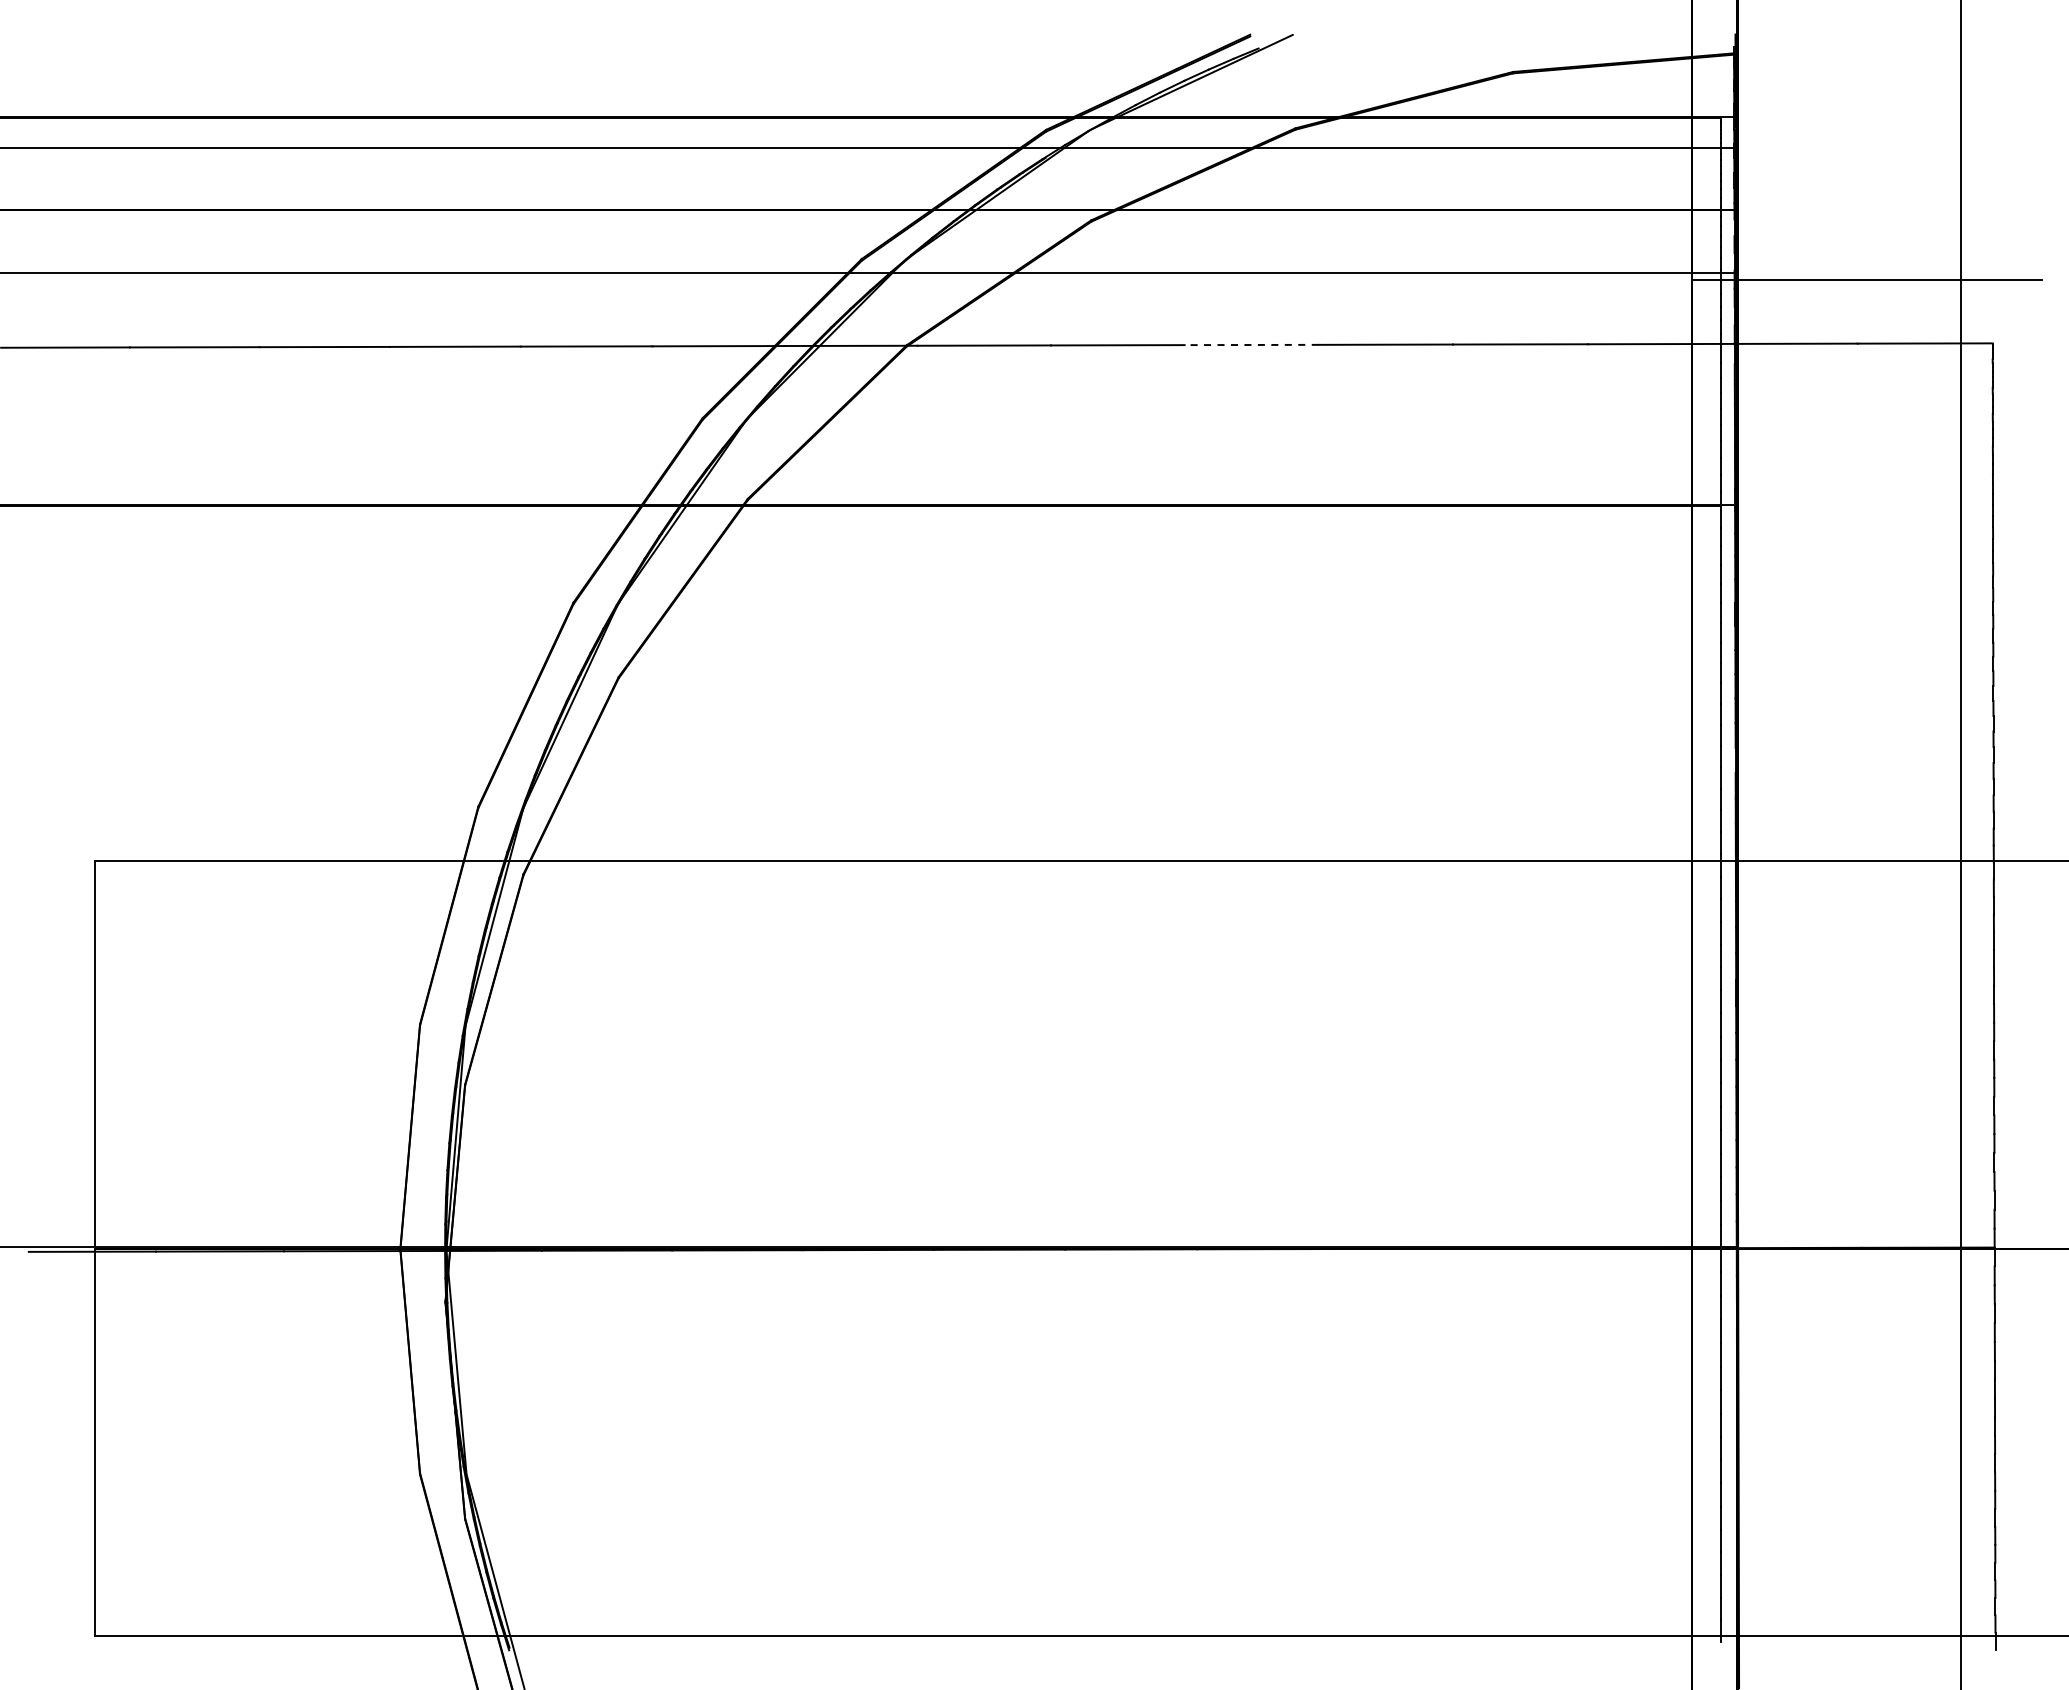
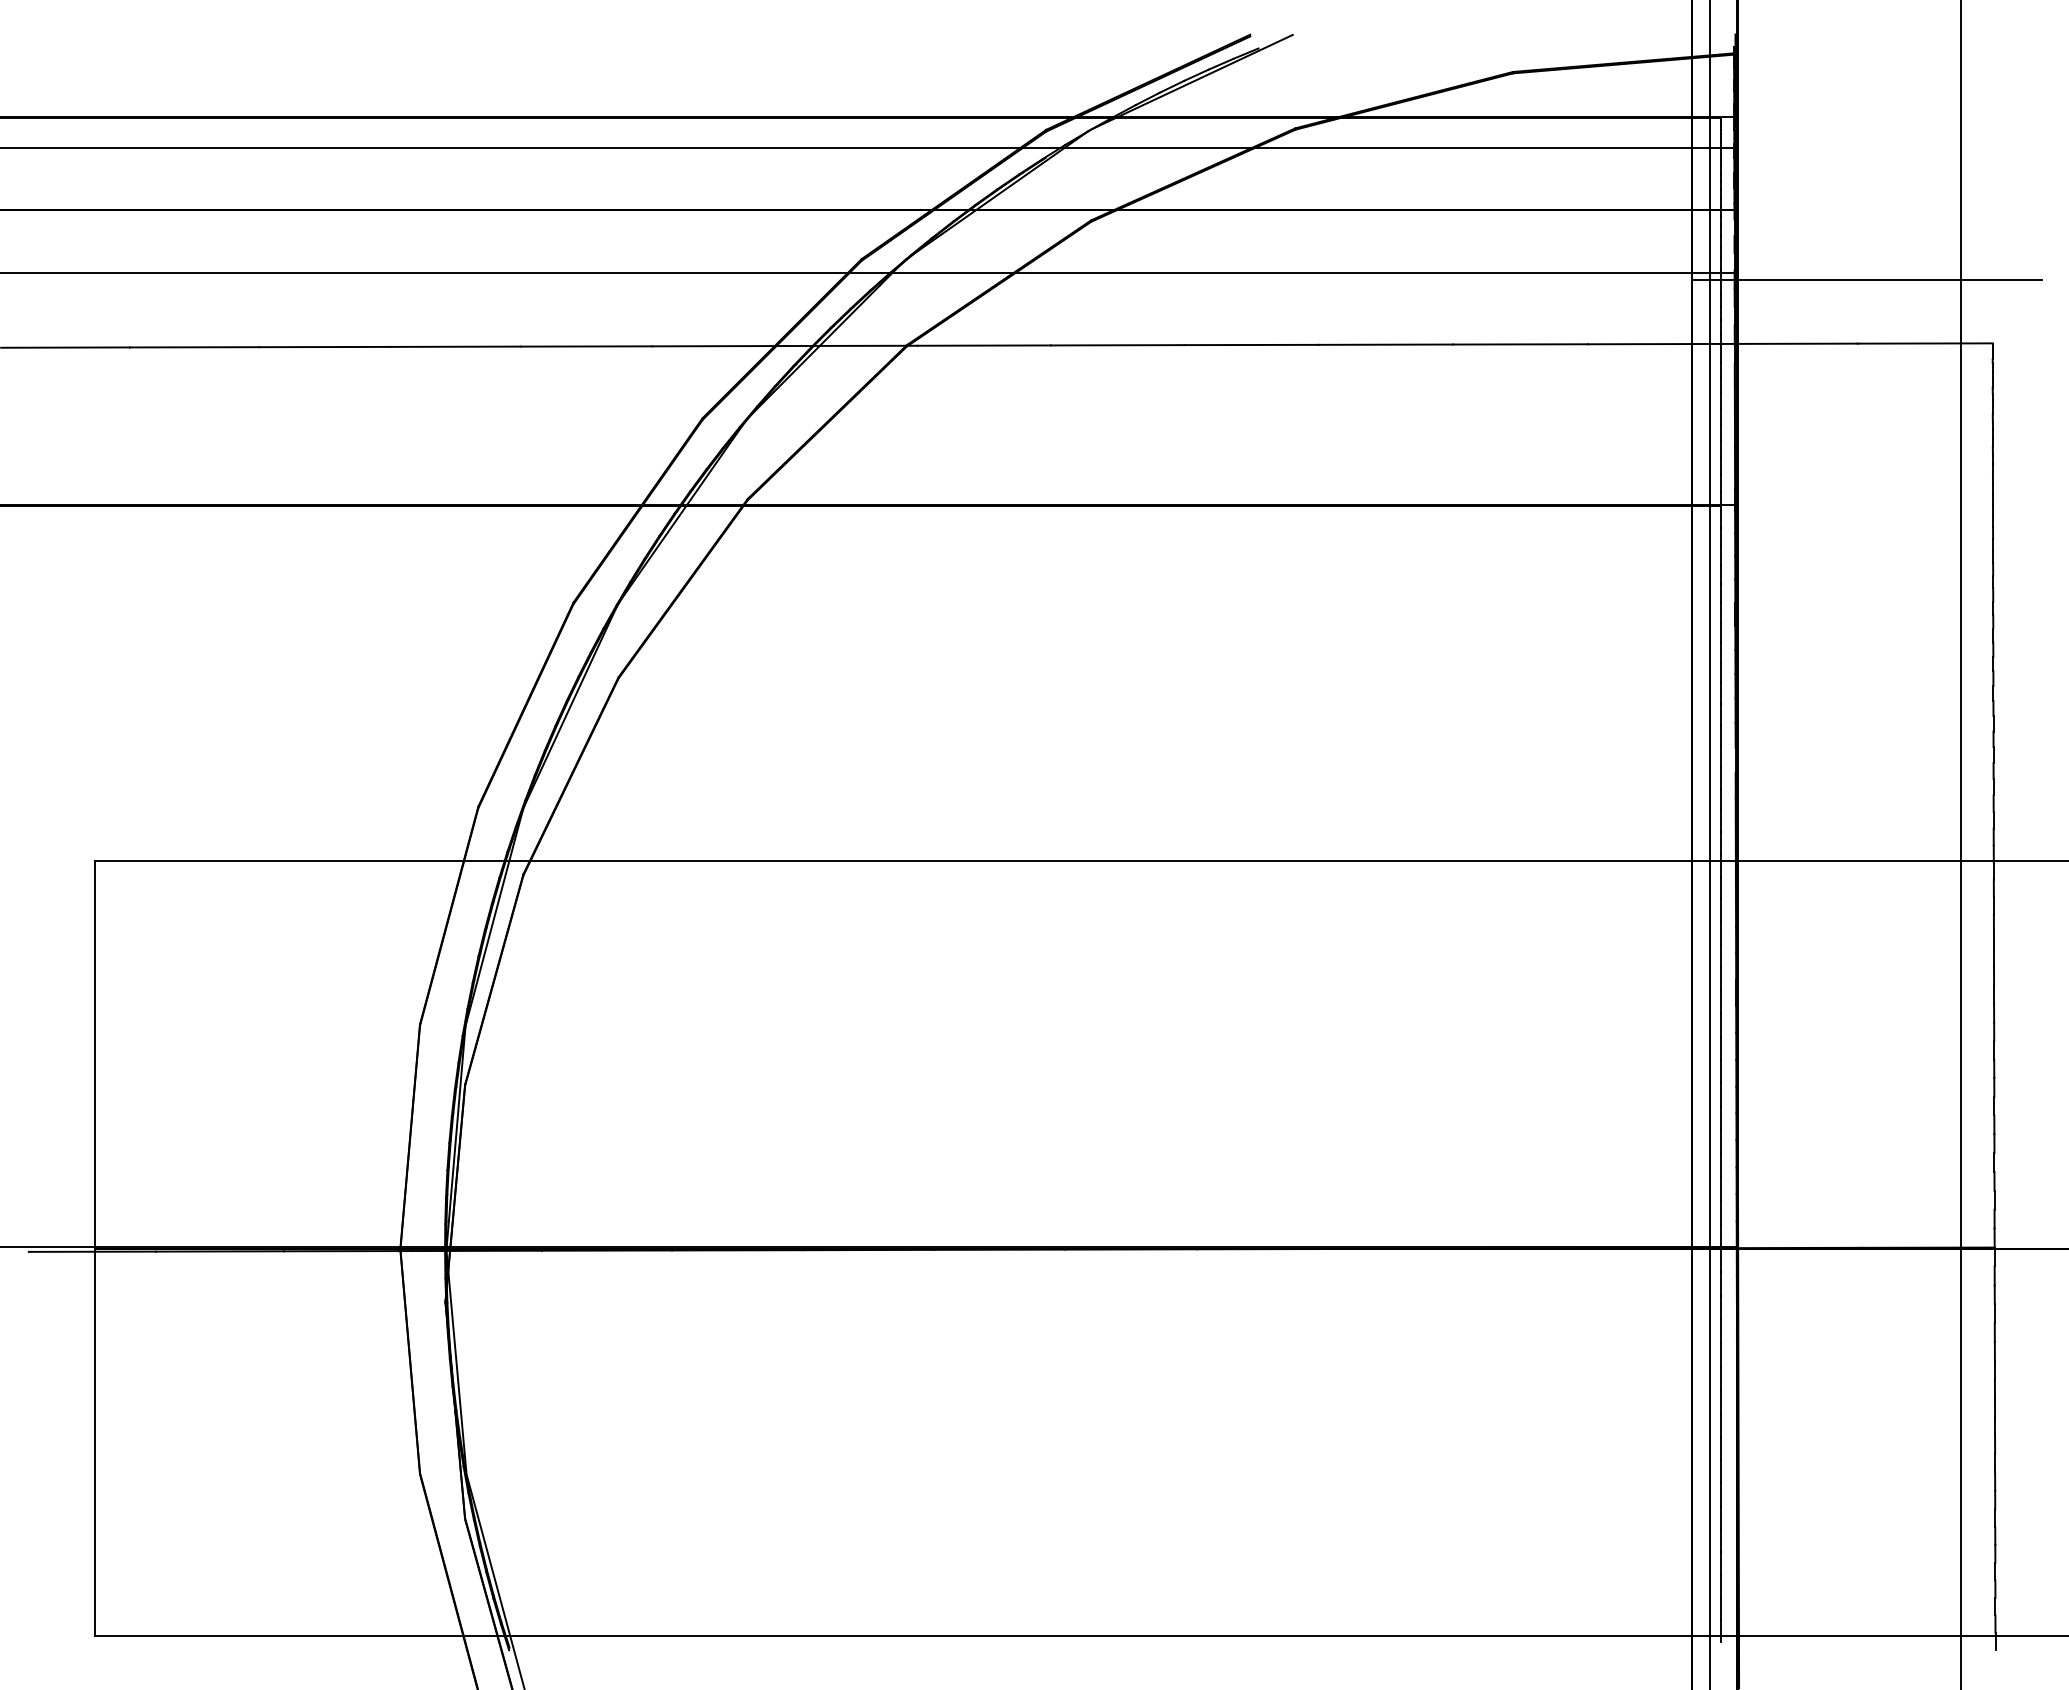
line at (1251, 344): dashed -> solid
line at (1709, 844): none -> present
